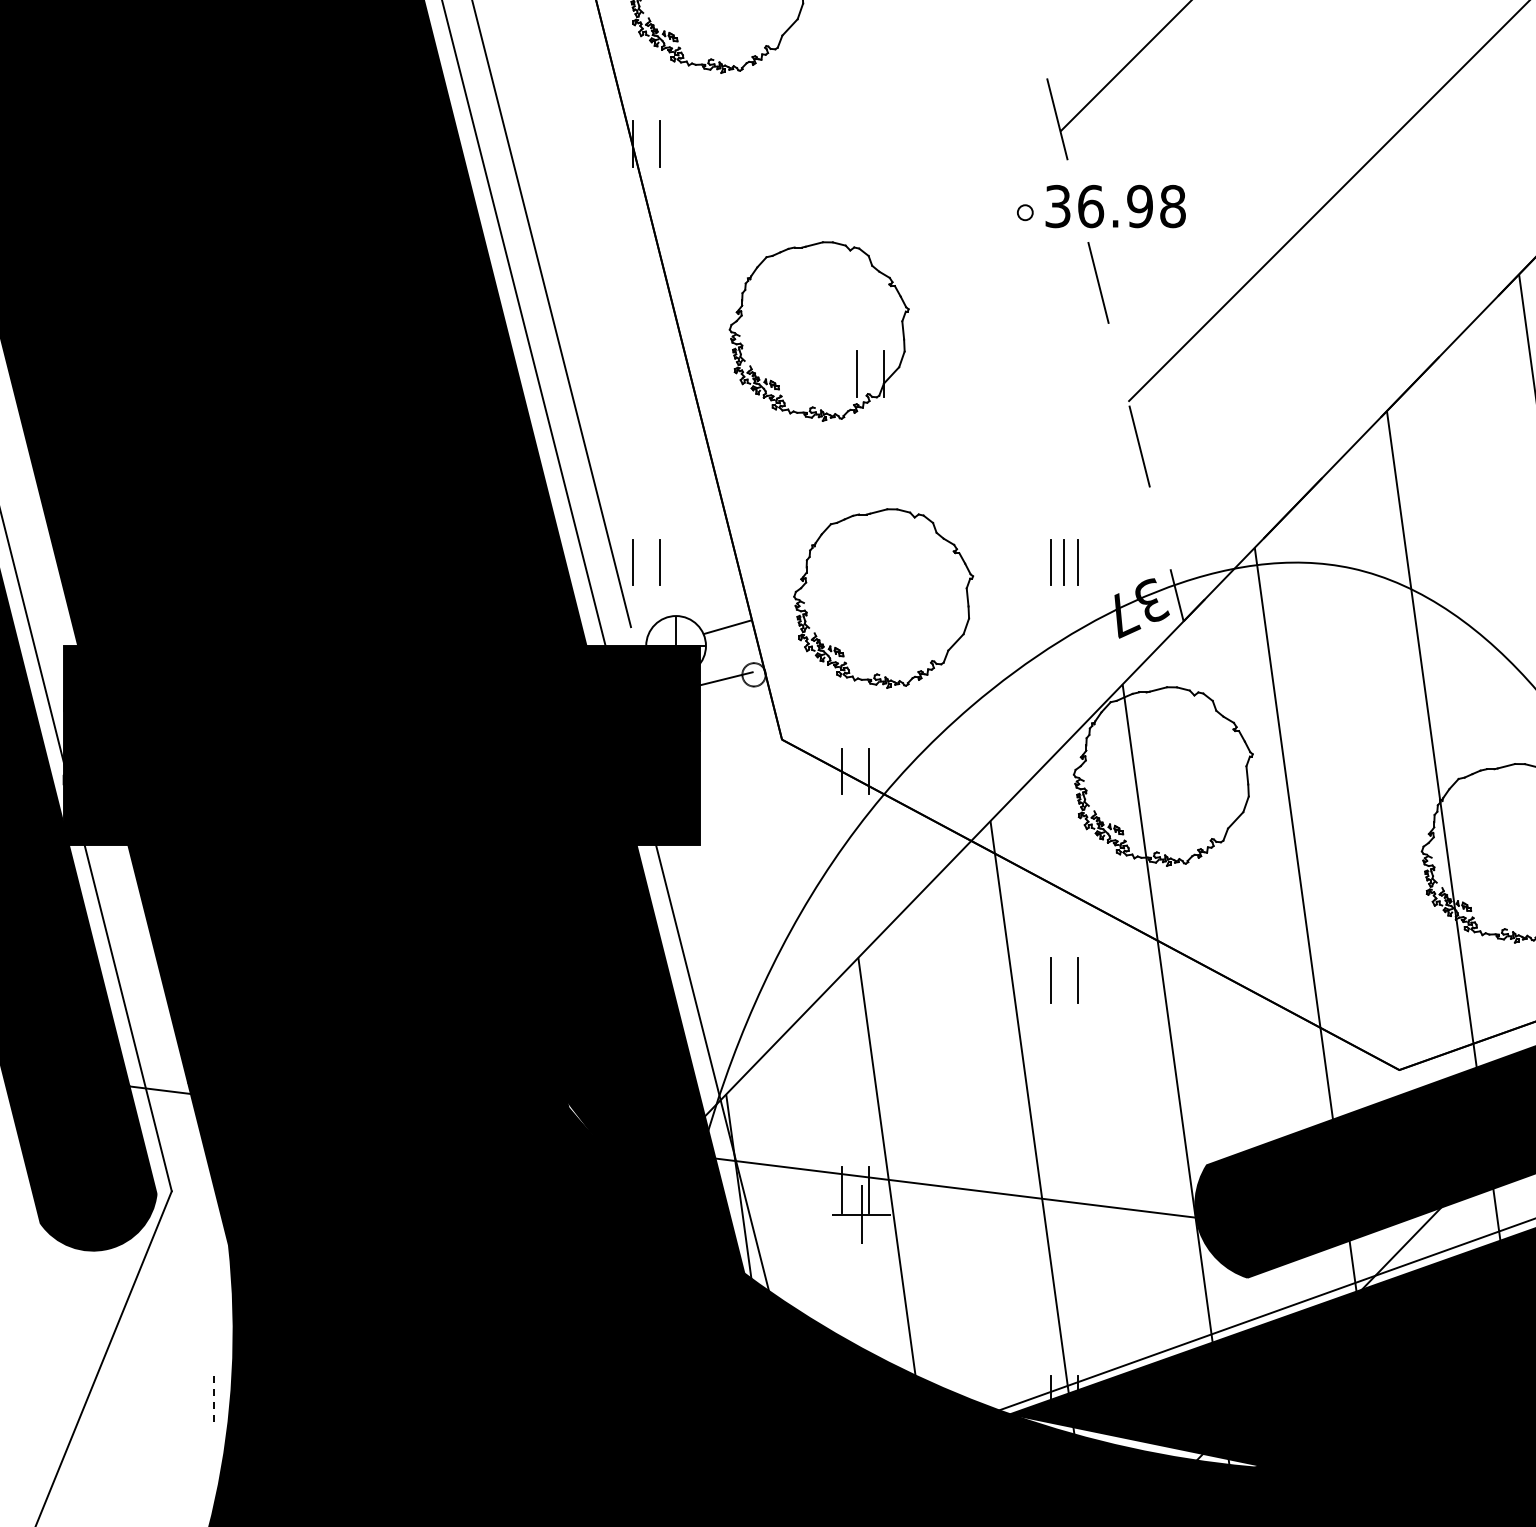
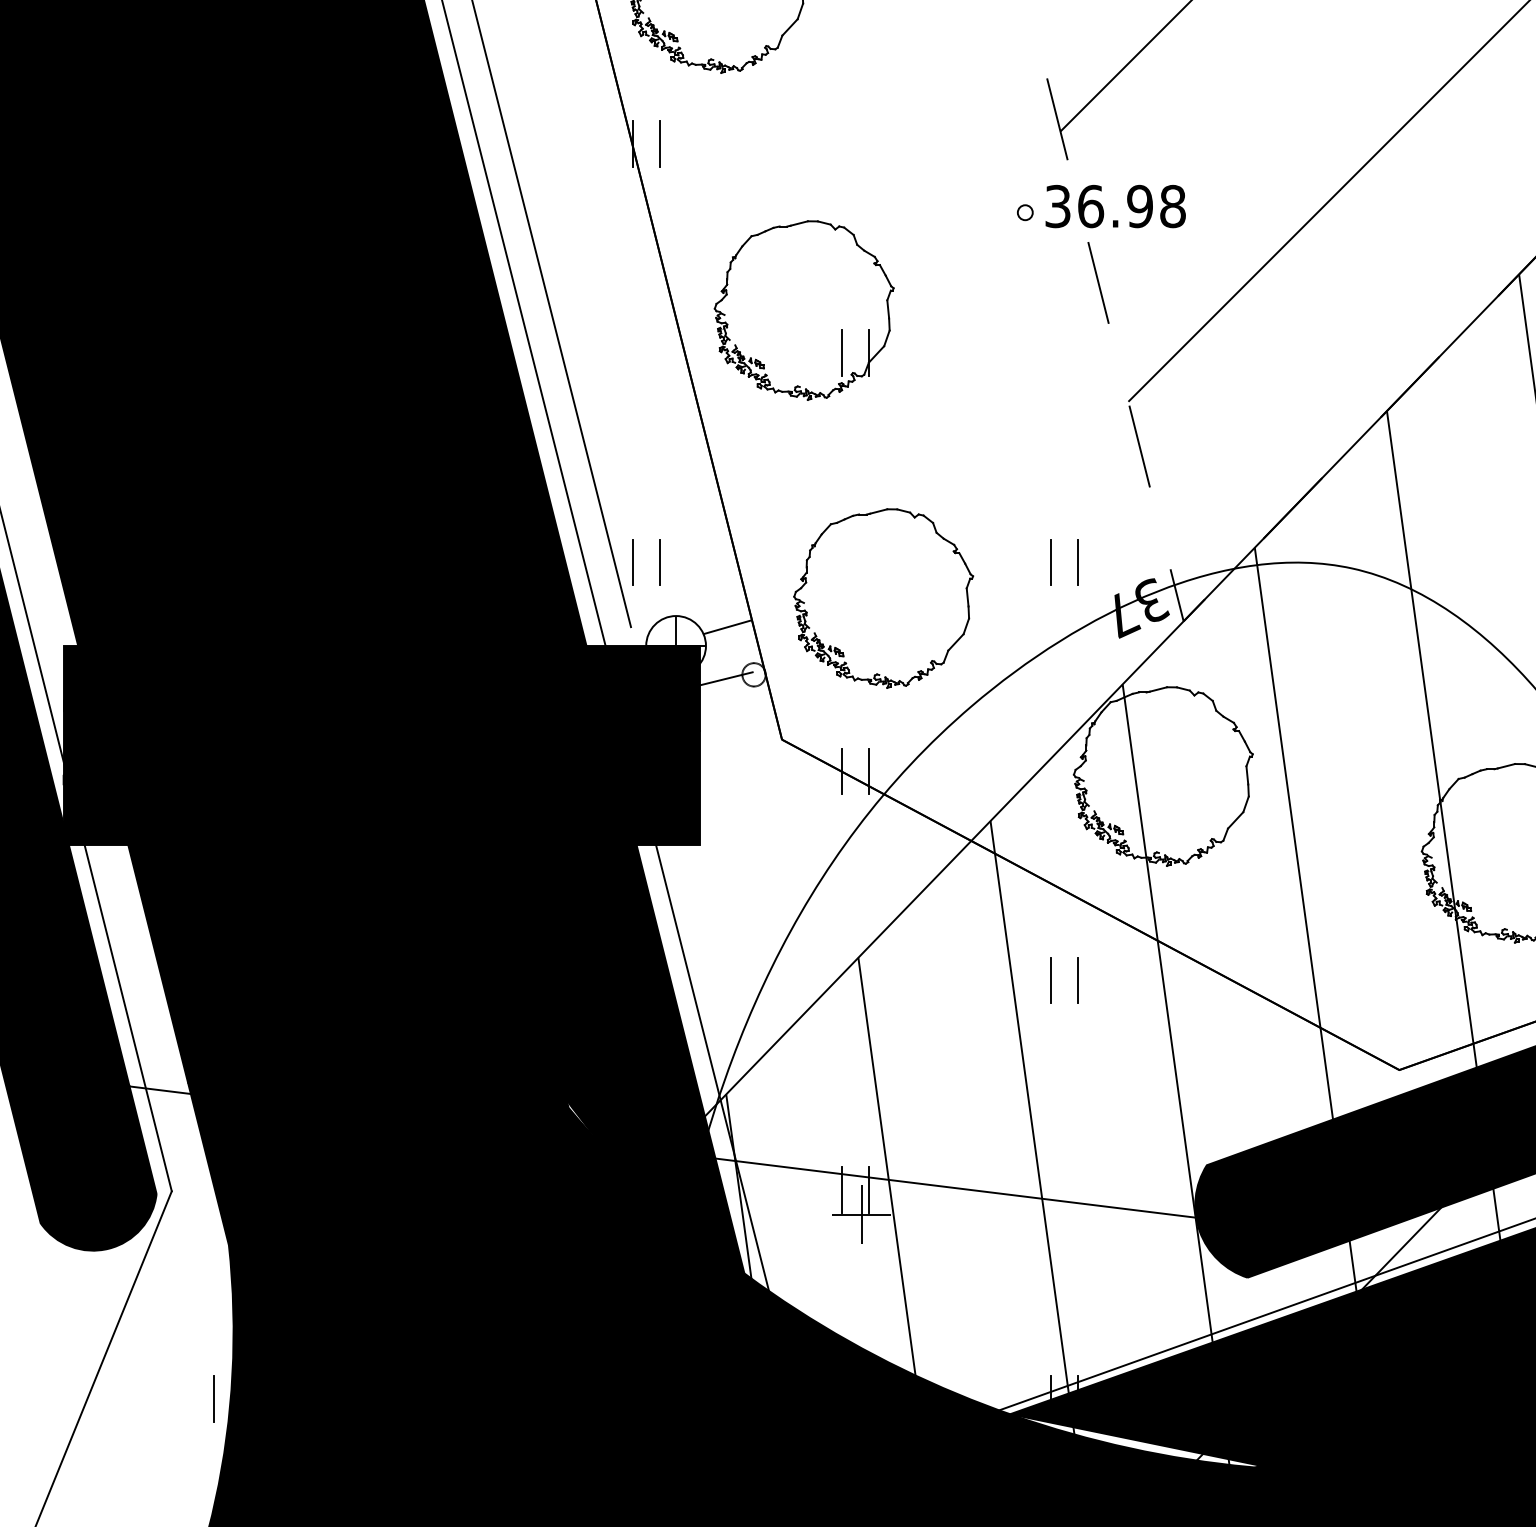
part at (856, 350) position: (856, 350) -> (841, 329)
line at (1063, 562): present -> none
line at (214, 1399): dashed -> solid
